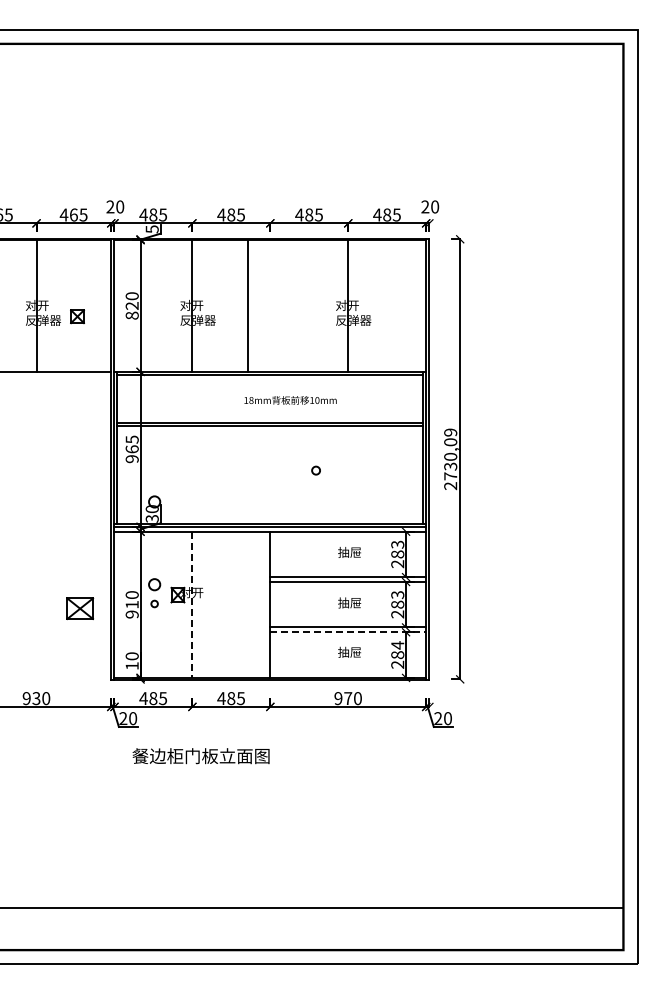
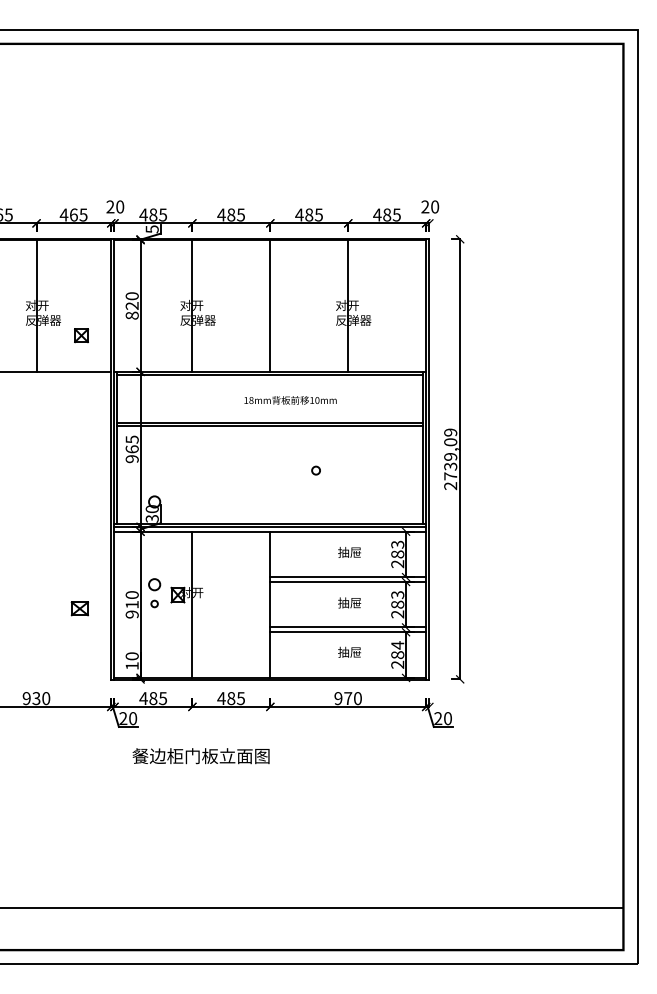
line at (248, 305) position: (248, 305) -> (270, 305)
part at (77, 316) position: (77, 316) -> (81, 335)
text at (450, 456): 2730,09 -> 2739,09
line at (192, 605): dashed -> solid
part at (80, 608) size: 29x24 px -> 19x16 px
line at (348, 632): dashed -> solid
